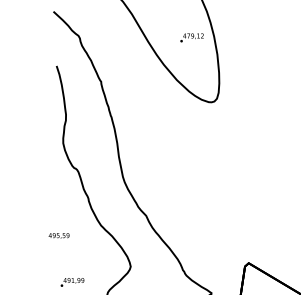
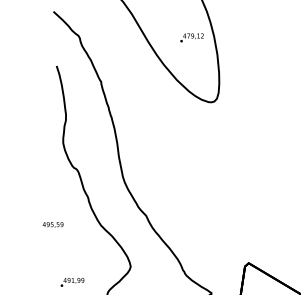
text at (58, 235) position: (58, 235) -> (52, 224)
